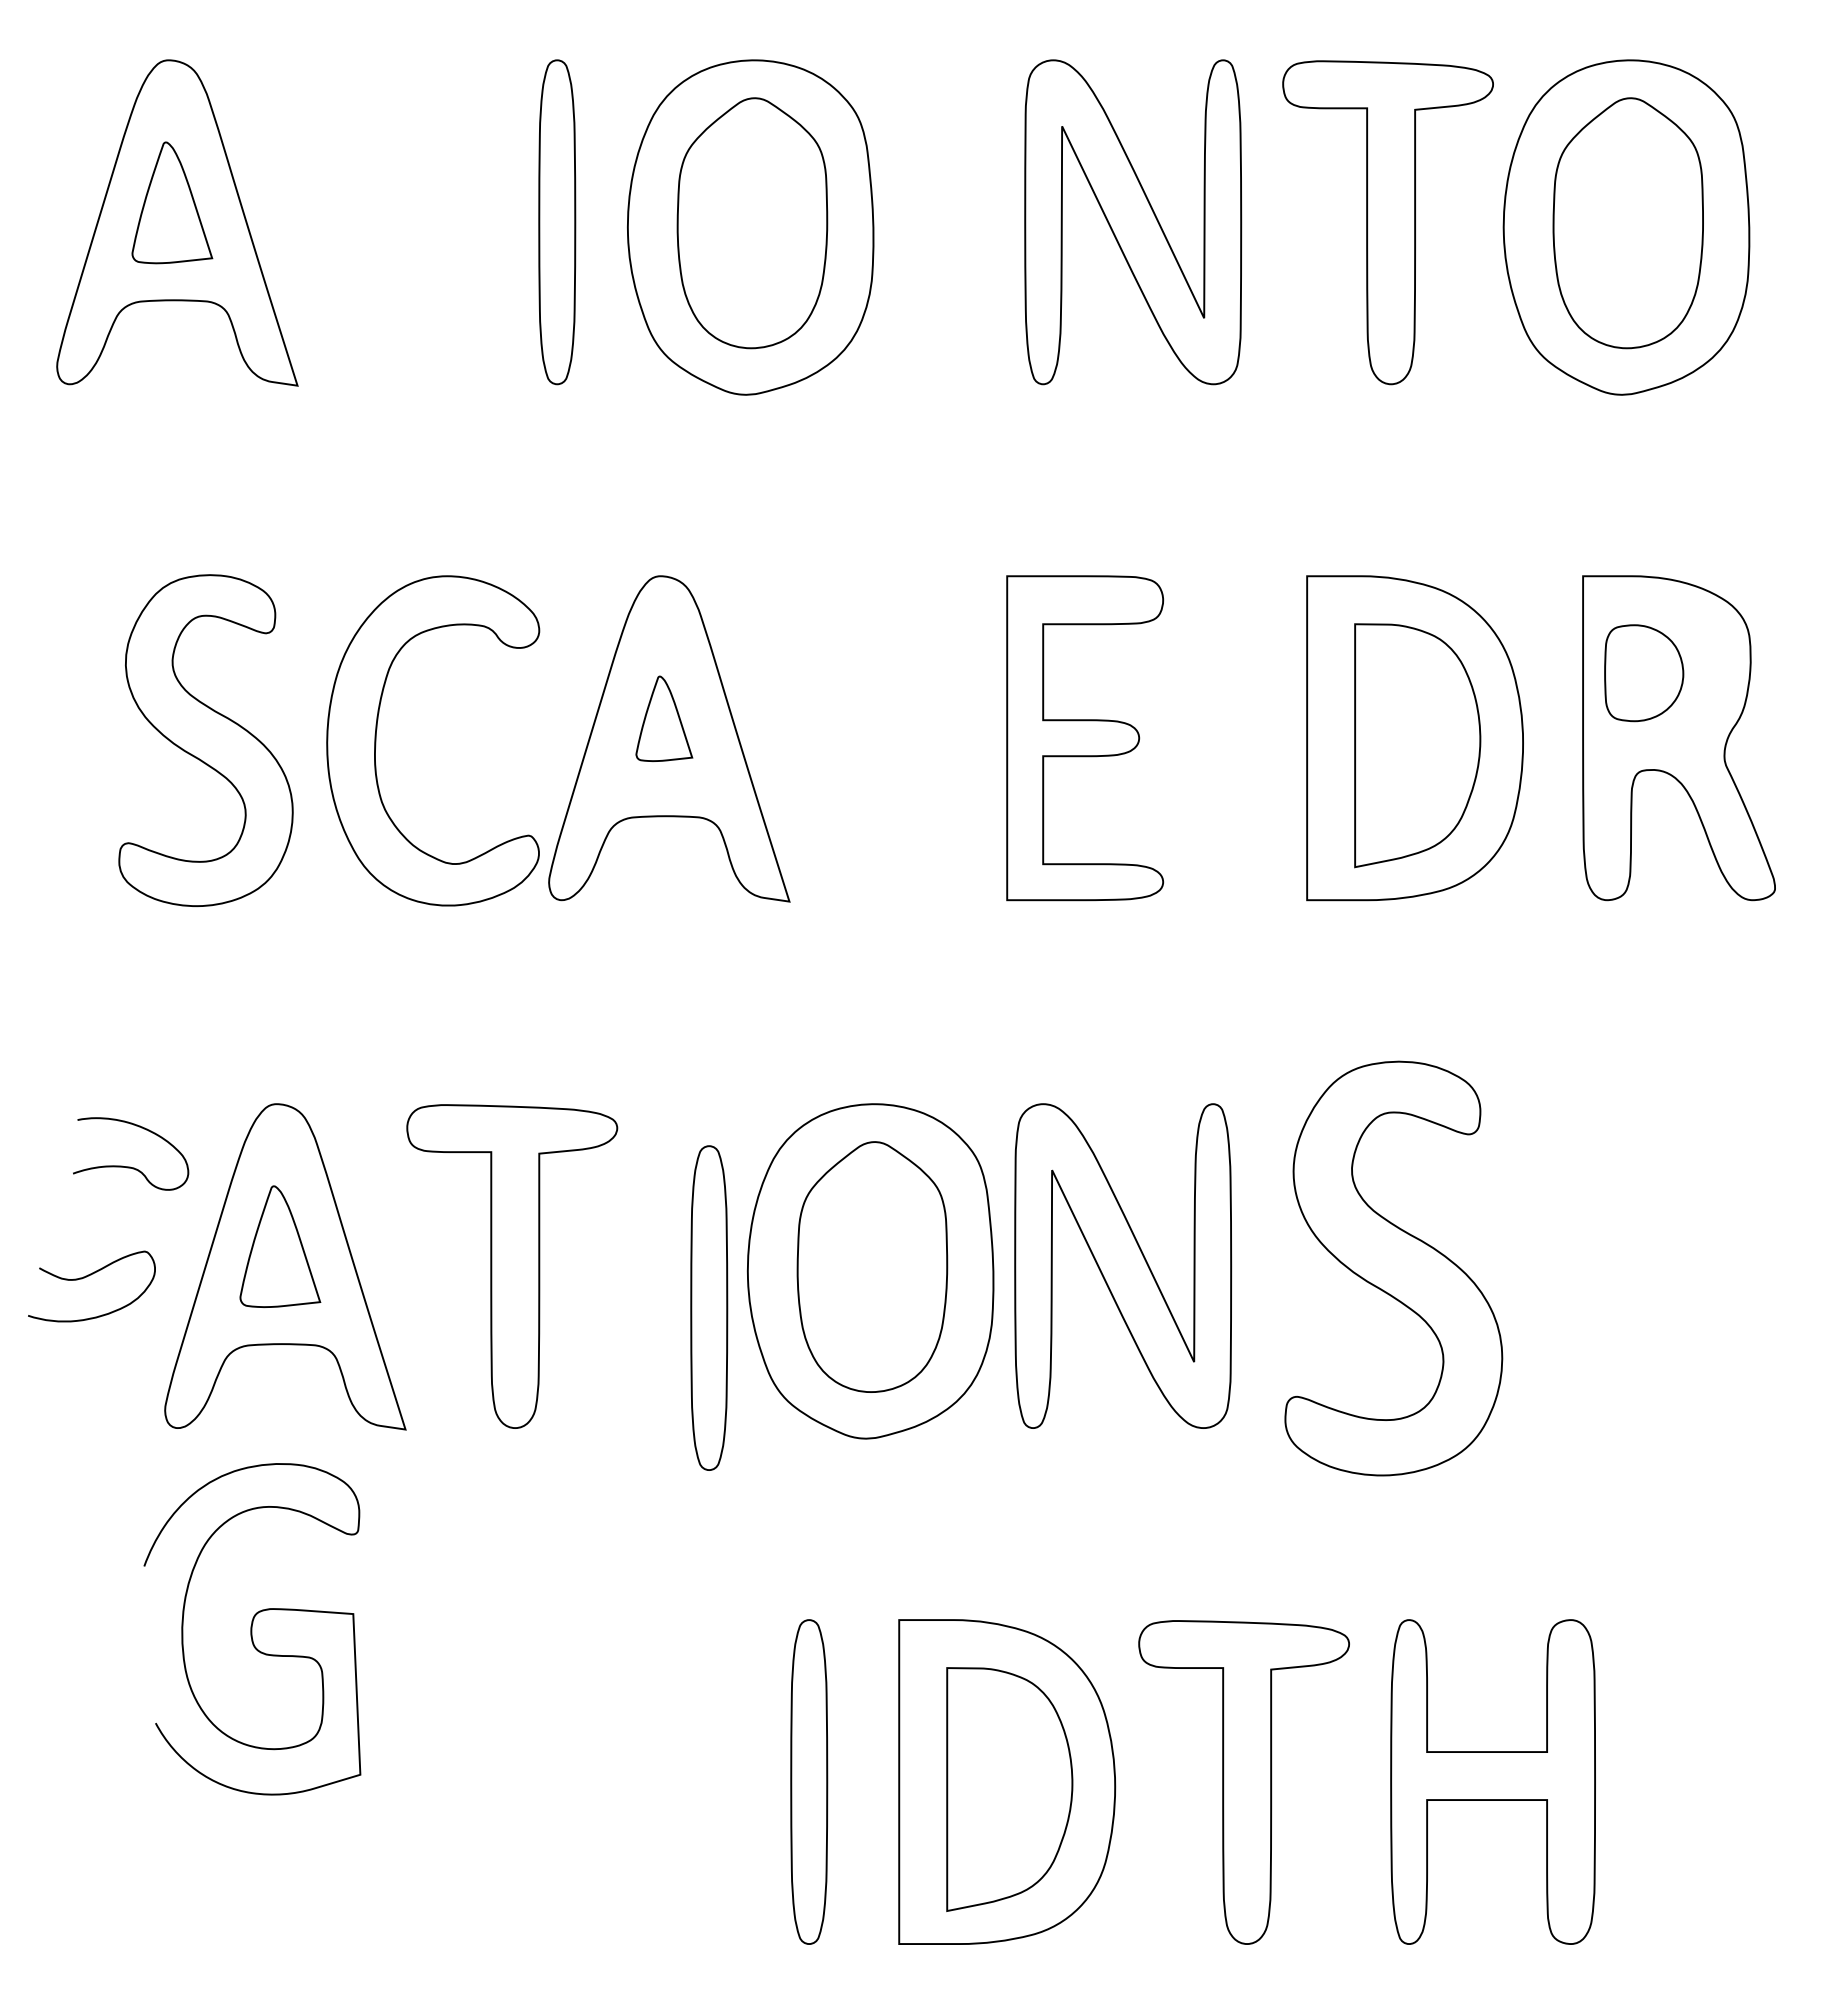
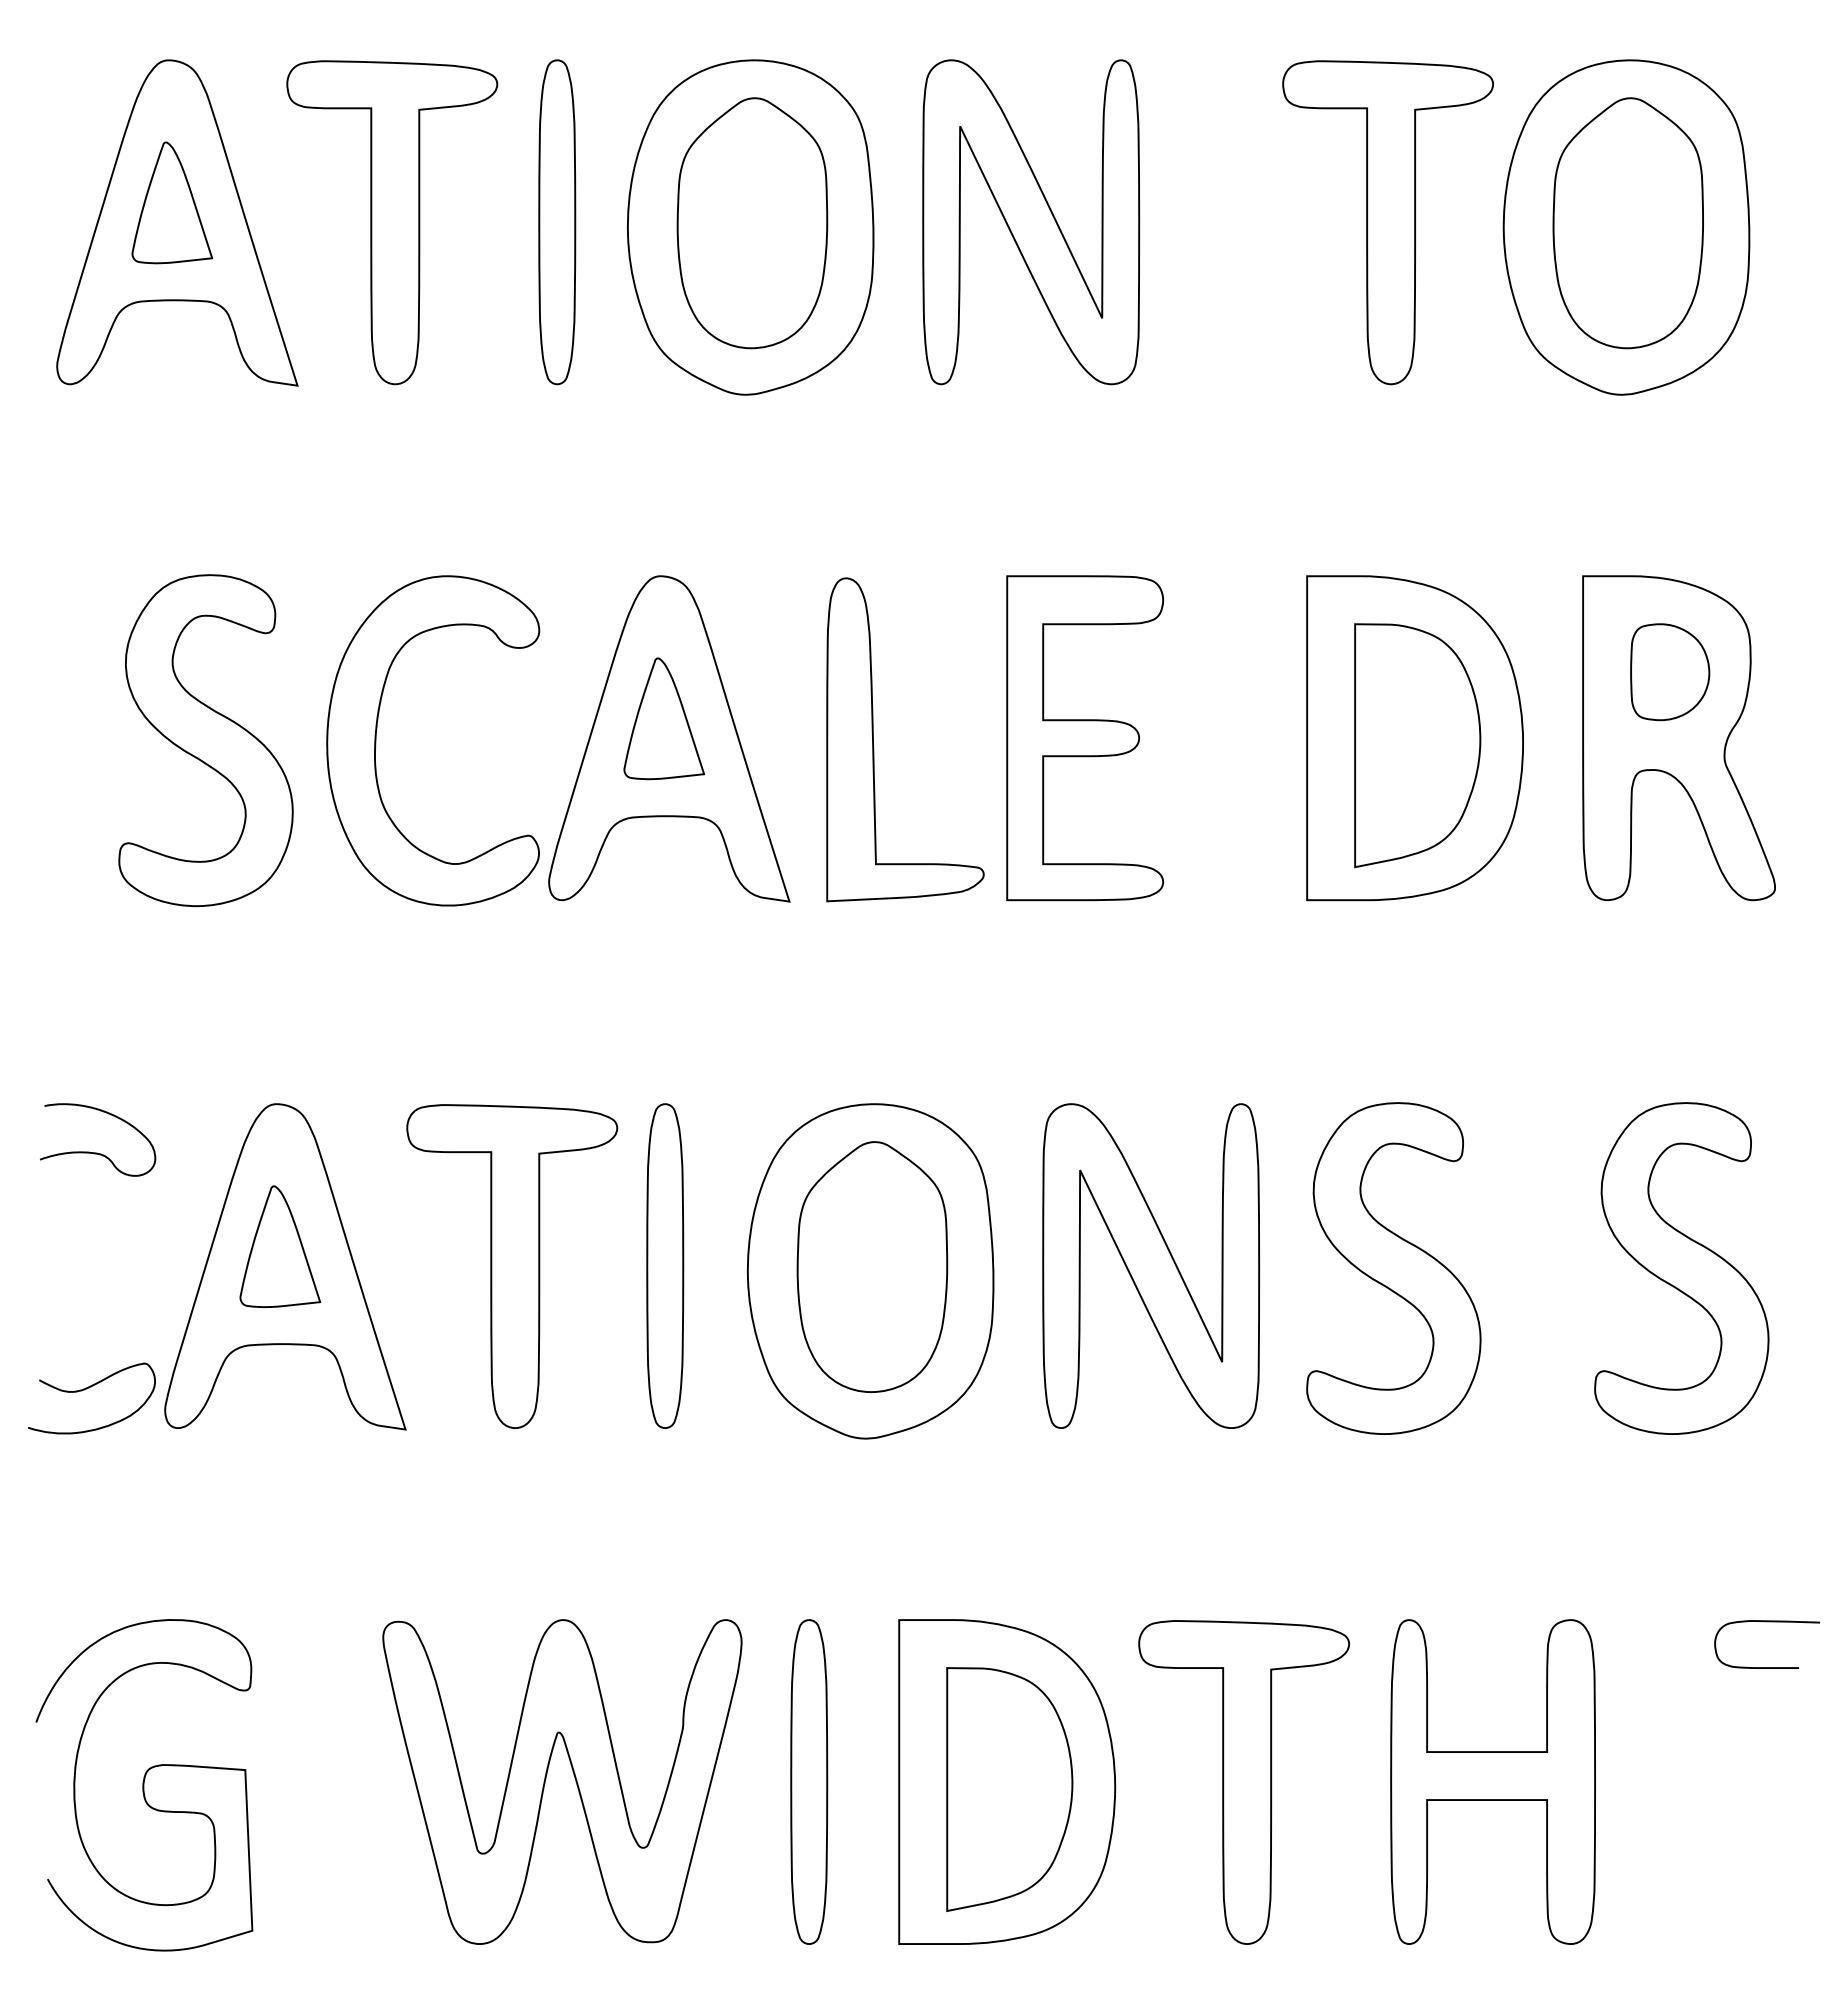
part at (392, 222): none -> present
part at (1133, 222) position: (1133, 222) -> (1031, 222)
part at (1644, 673) position: (1644, 673) -> (1670, 672)
part at (664, 718) size: 59x87 px -> 83x124 px
part at (873, 739): none -> present
curve at (130, 1166) position: (130, 1166) -> (97, 1152)
part at (1123, 1265) position: (1123, 1265) -> (1151, 1265)
part at (1393, 1268) size: 220x417 px -> 176x333 px
part at (1681, 1268): none -> present
curve at (89, 1276) position: (89, 1276) -> (89, 1388)
part at (709, 1307) position: (709, 1307) -> (665, 1265)
curve at (1766, 1622): none -> present
curve at (252, 1629) position: (252, 1629) -> (144, 1785)
part at (574, 1778): none -> present
